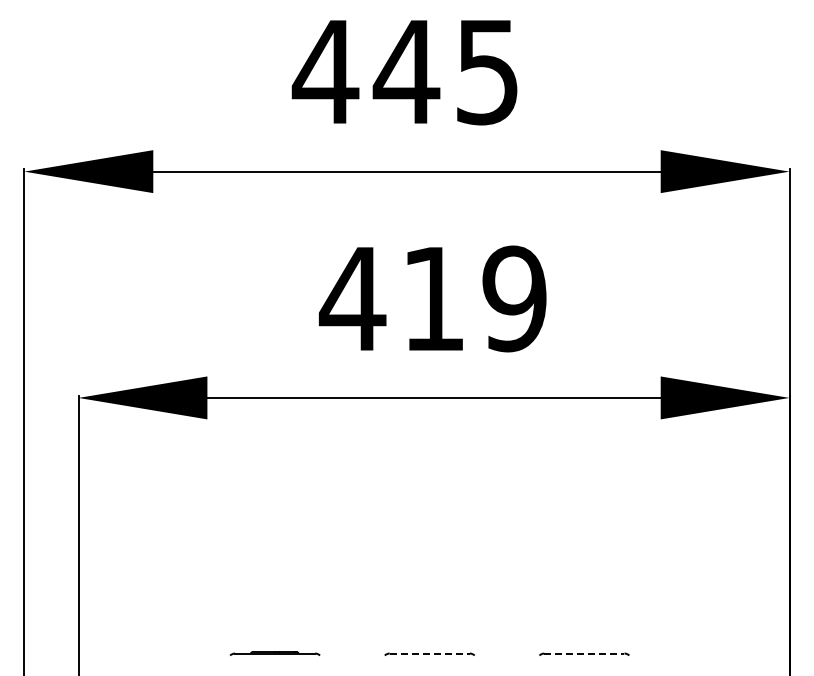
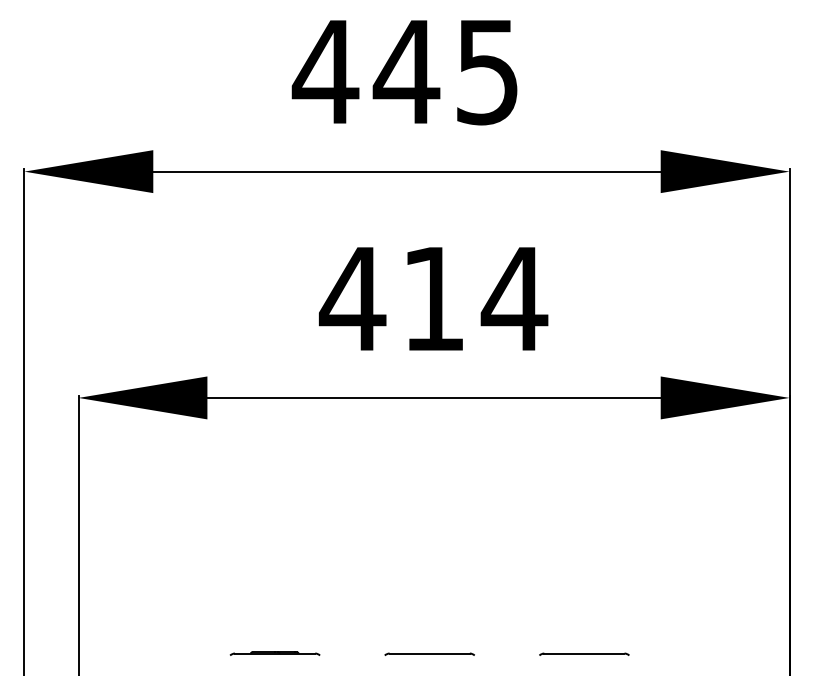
text at (514, 298): 419 -> 414
line at (430, 653): dashed -> solid
line at (584, 653): dashed -> solid
